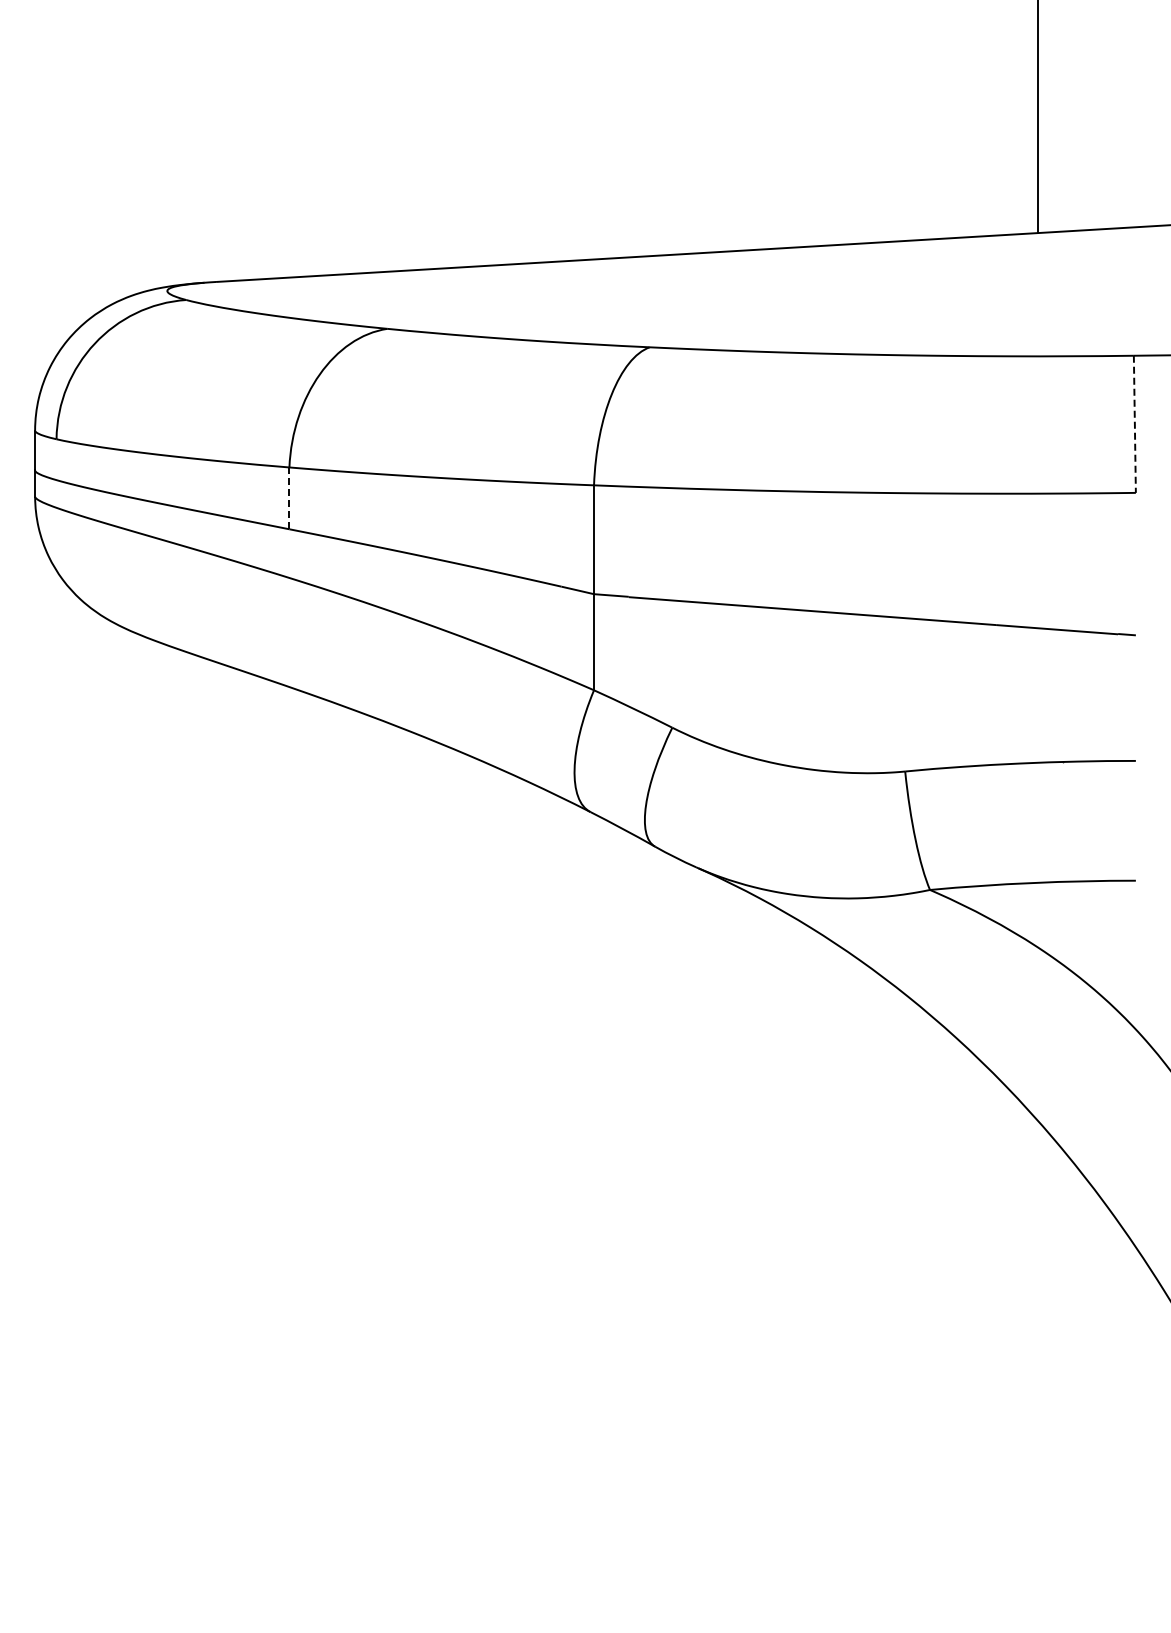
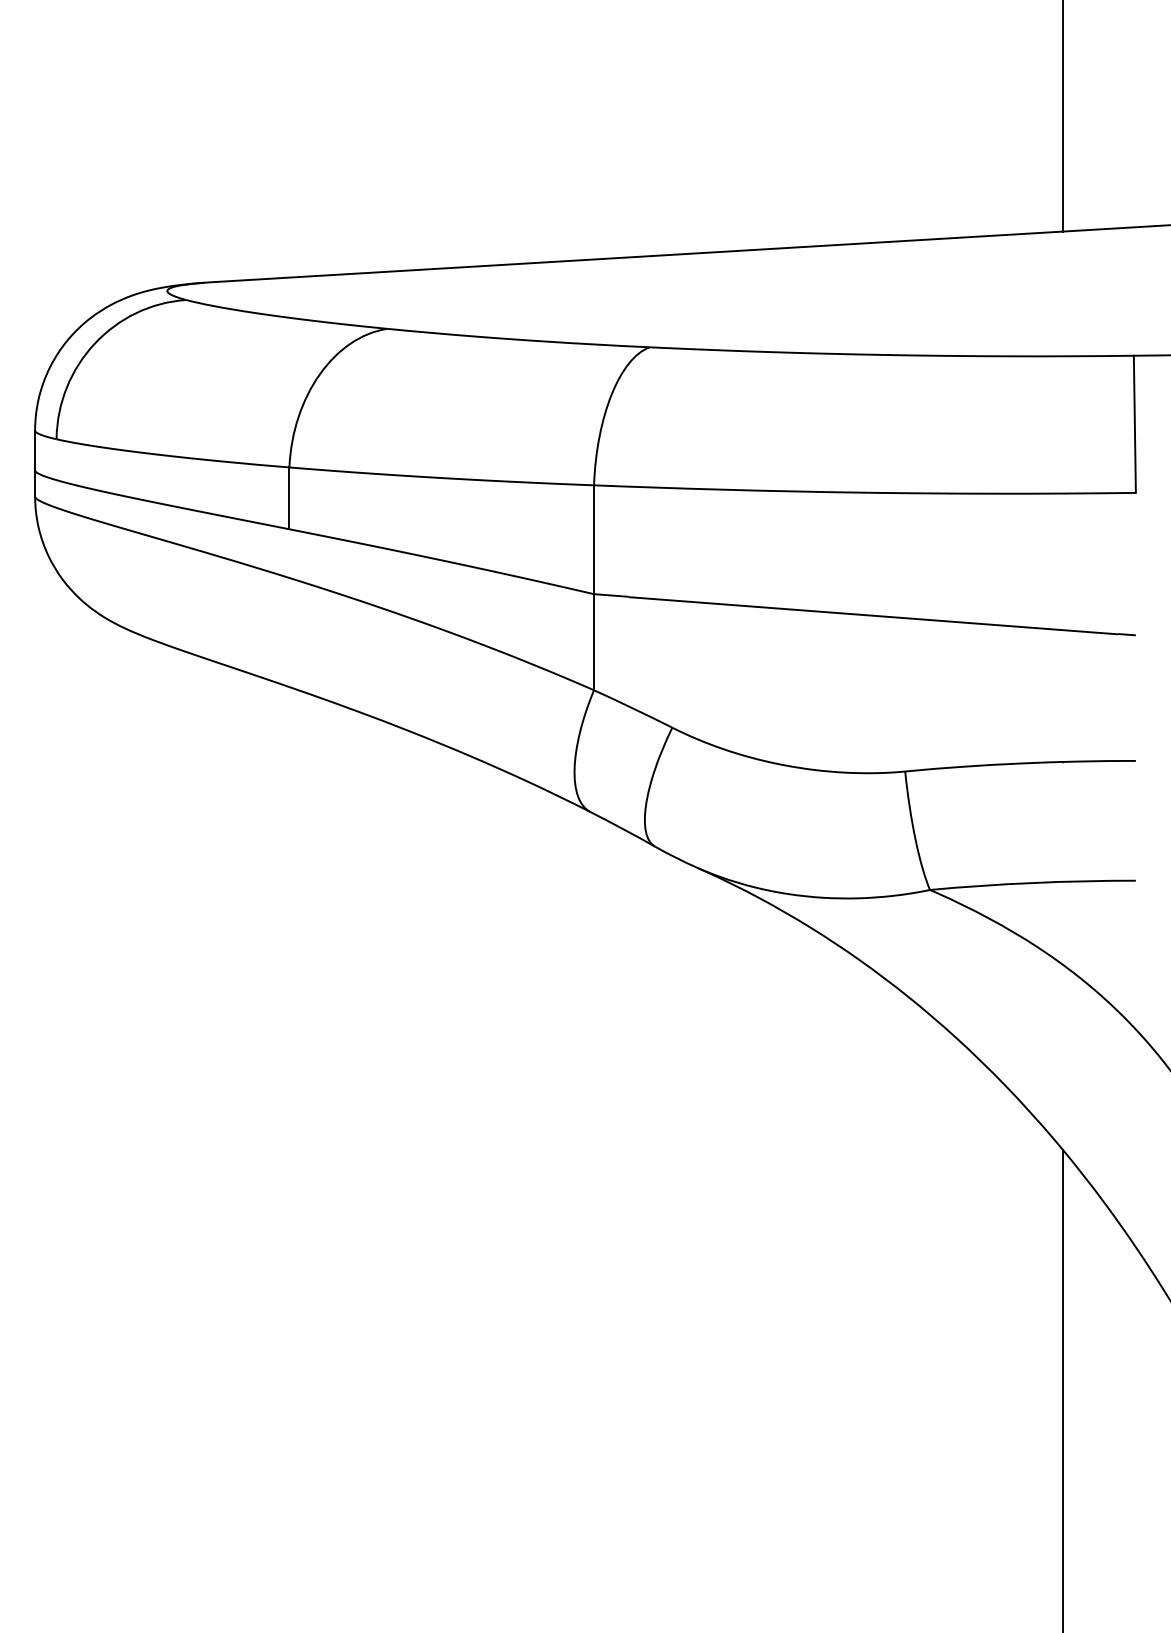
line at (1038, 116) position: (1038, 116) -> (1063, 116)
line at (1134, 424): dashed -> solid
line at (289, 498): dashed -> solid
line at (1063, 1389): none -> present
